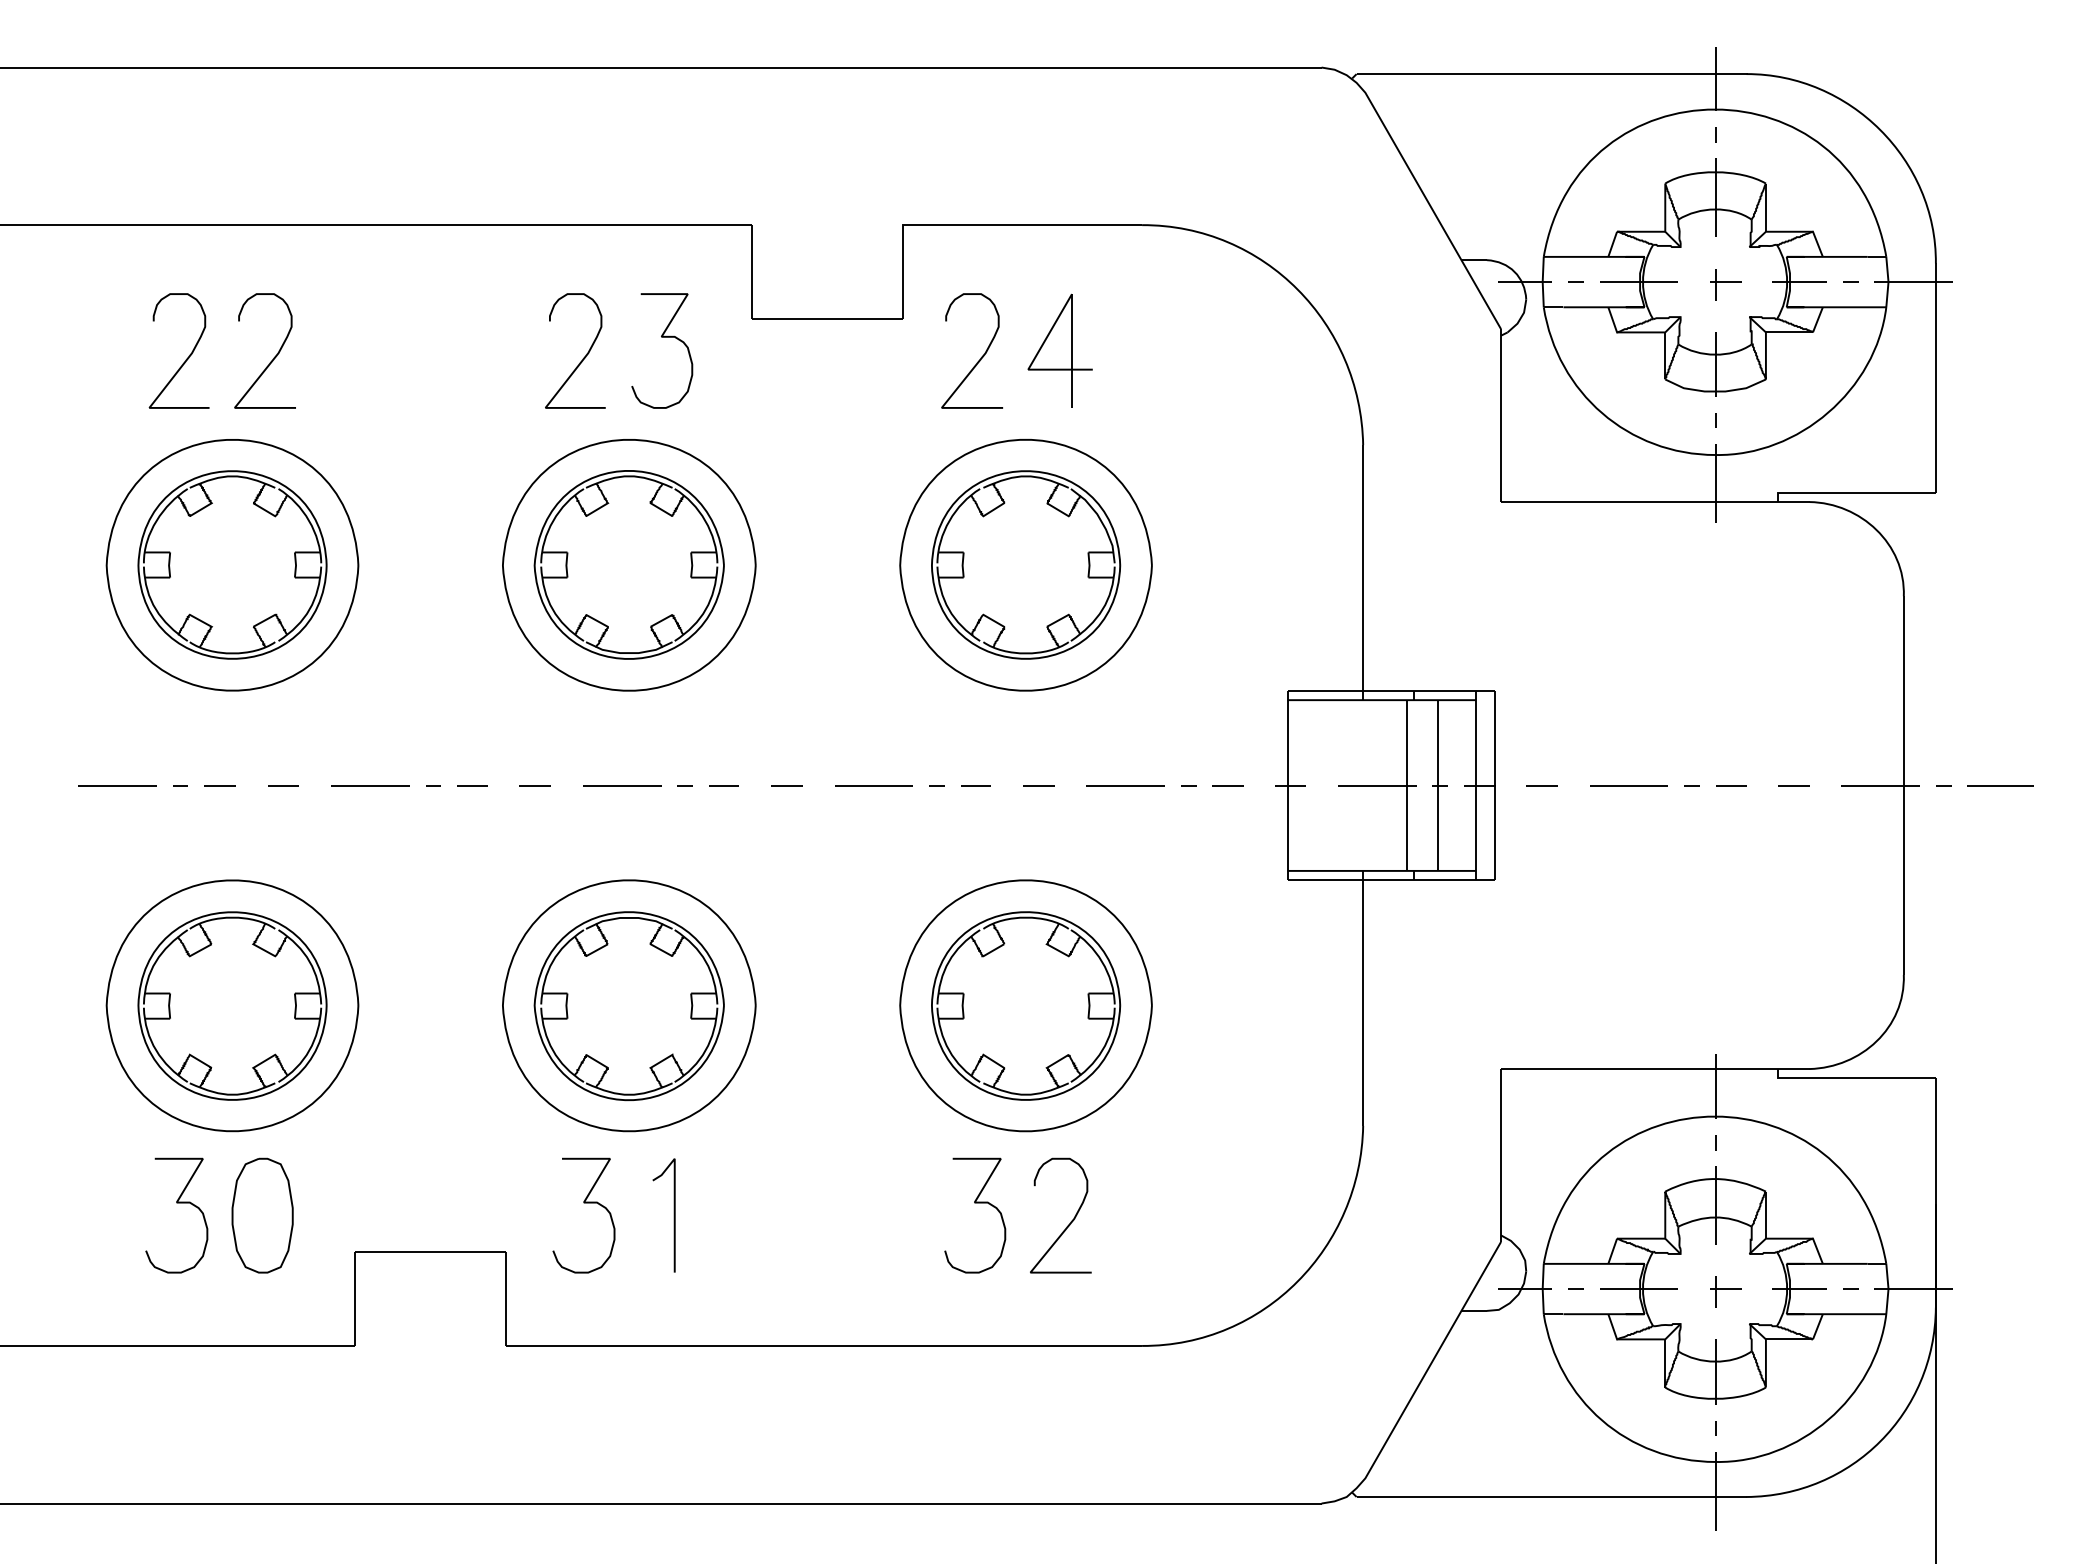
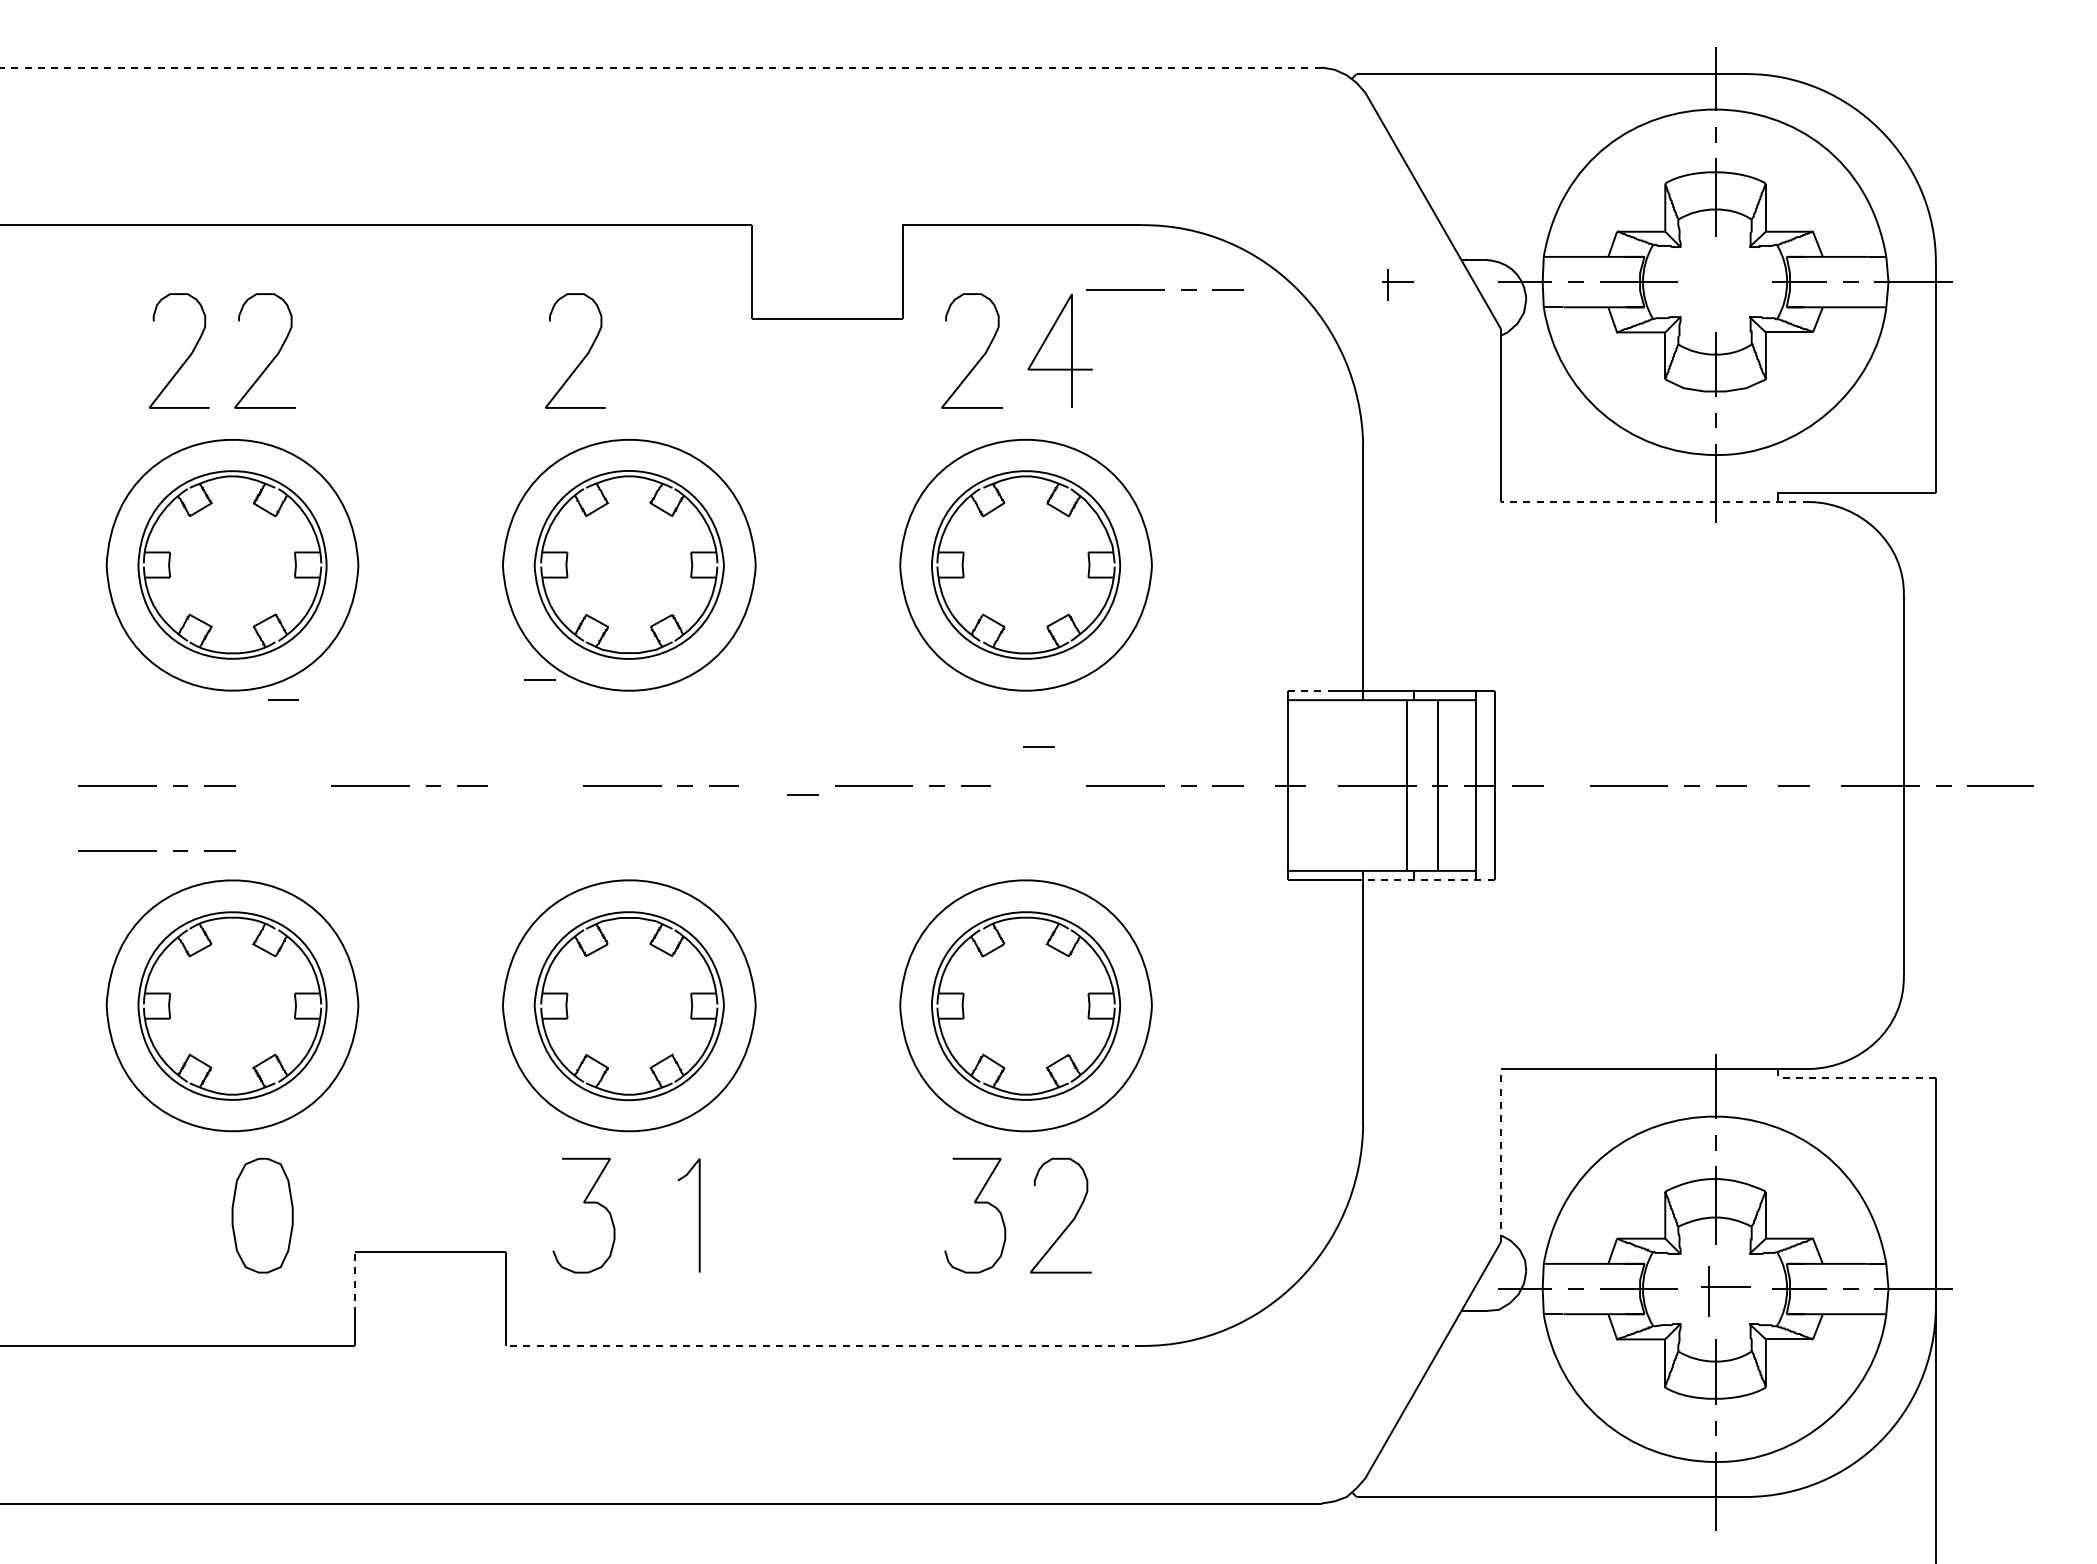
line at (660, 67): solid -> dashed
part at (1725, 284) position: (1725, 284) -> (1397, 284)
line at (1164, 289): none -> present
curve at (662, 337): present -> none
line at (1654, 502): solid -> dashed
line at (1309, 691): solid -> dashed
line at (283, 785) position: (283, 785) -> (283, 699)
line at (534, 785) position: (534, 785) -> (539, 679)
line at (786, 785) position: (786, 785) -> (802, 794)
line at (1038, 785) position: (1038, 785) -> (1038, 746)
line at (1541, 785) position: (1541, 785) -> (1527, 785)
line at (156, 850): none -> present
line at (1428, 879): solid -> dashed
line at (1851, 1077): solid -> dashed
line at (1501, 1154): solid -> dashed
curve at (176, 1203): present -> none
line at (673, 1215) position: (673, 1215) -> (698, 1215)
line at (355, 1282): solid -> dashed
part at (1725, 1291) size: 32x32 px -> 50x51 px
line at (824, 1345): solid -> dashed
